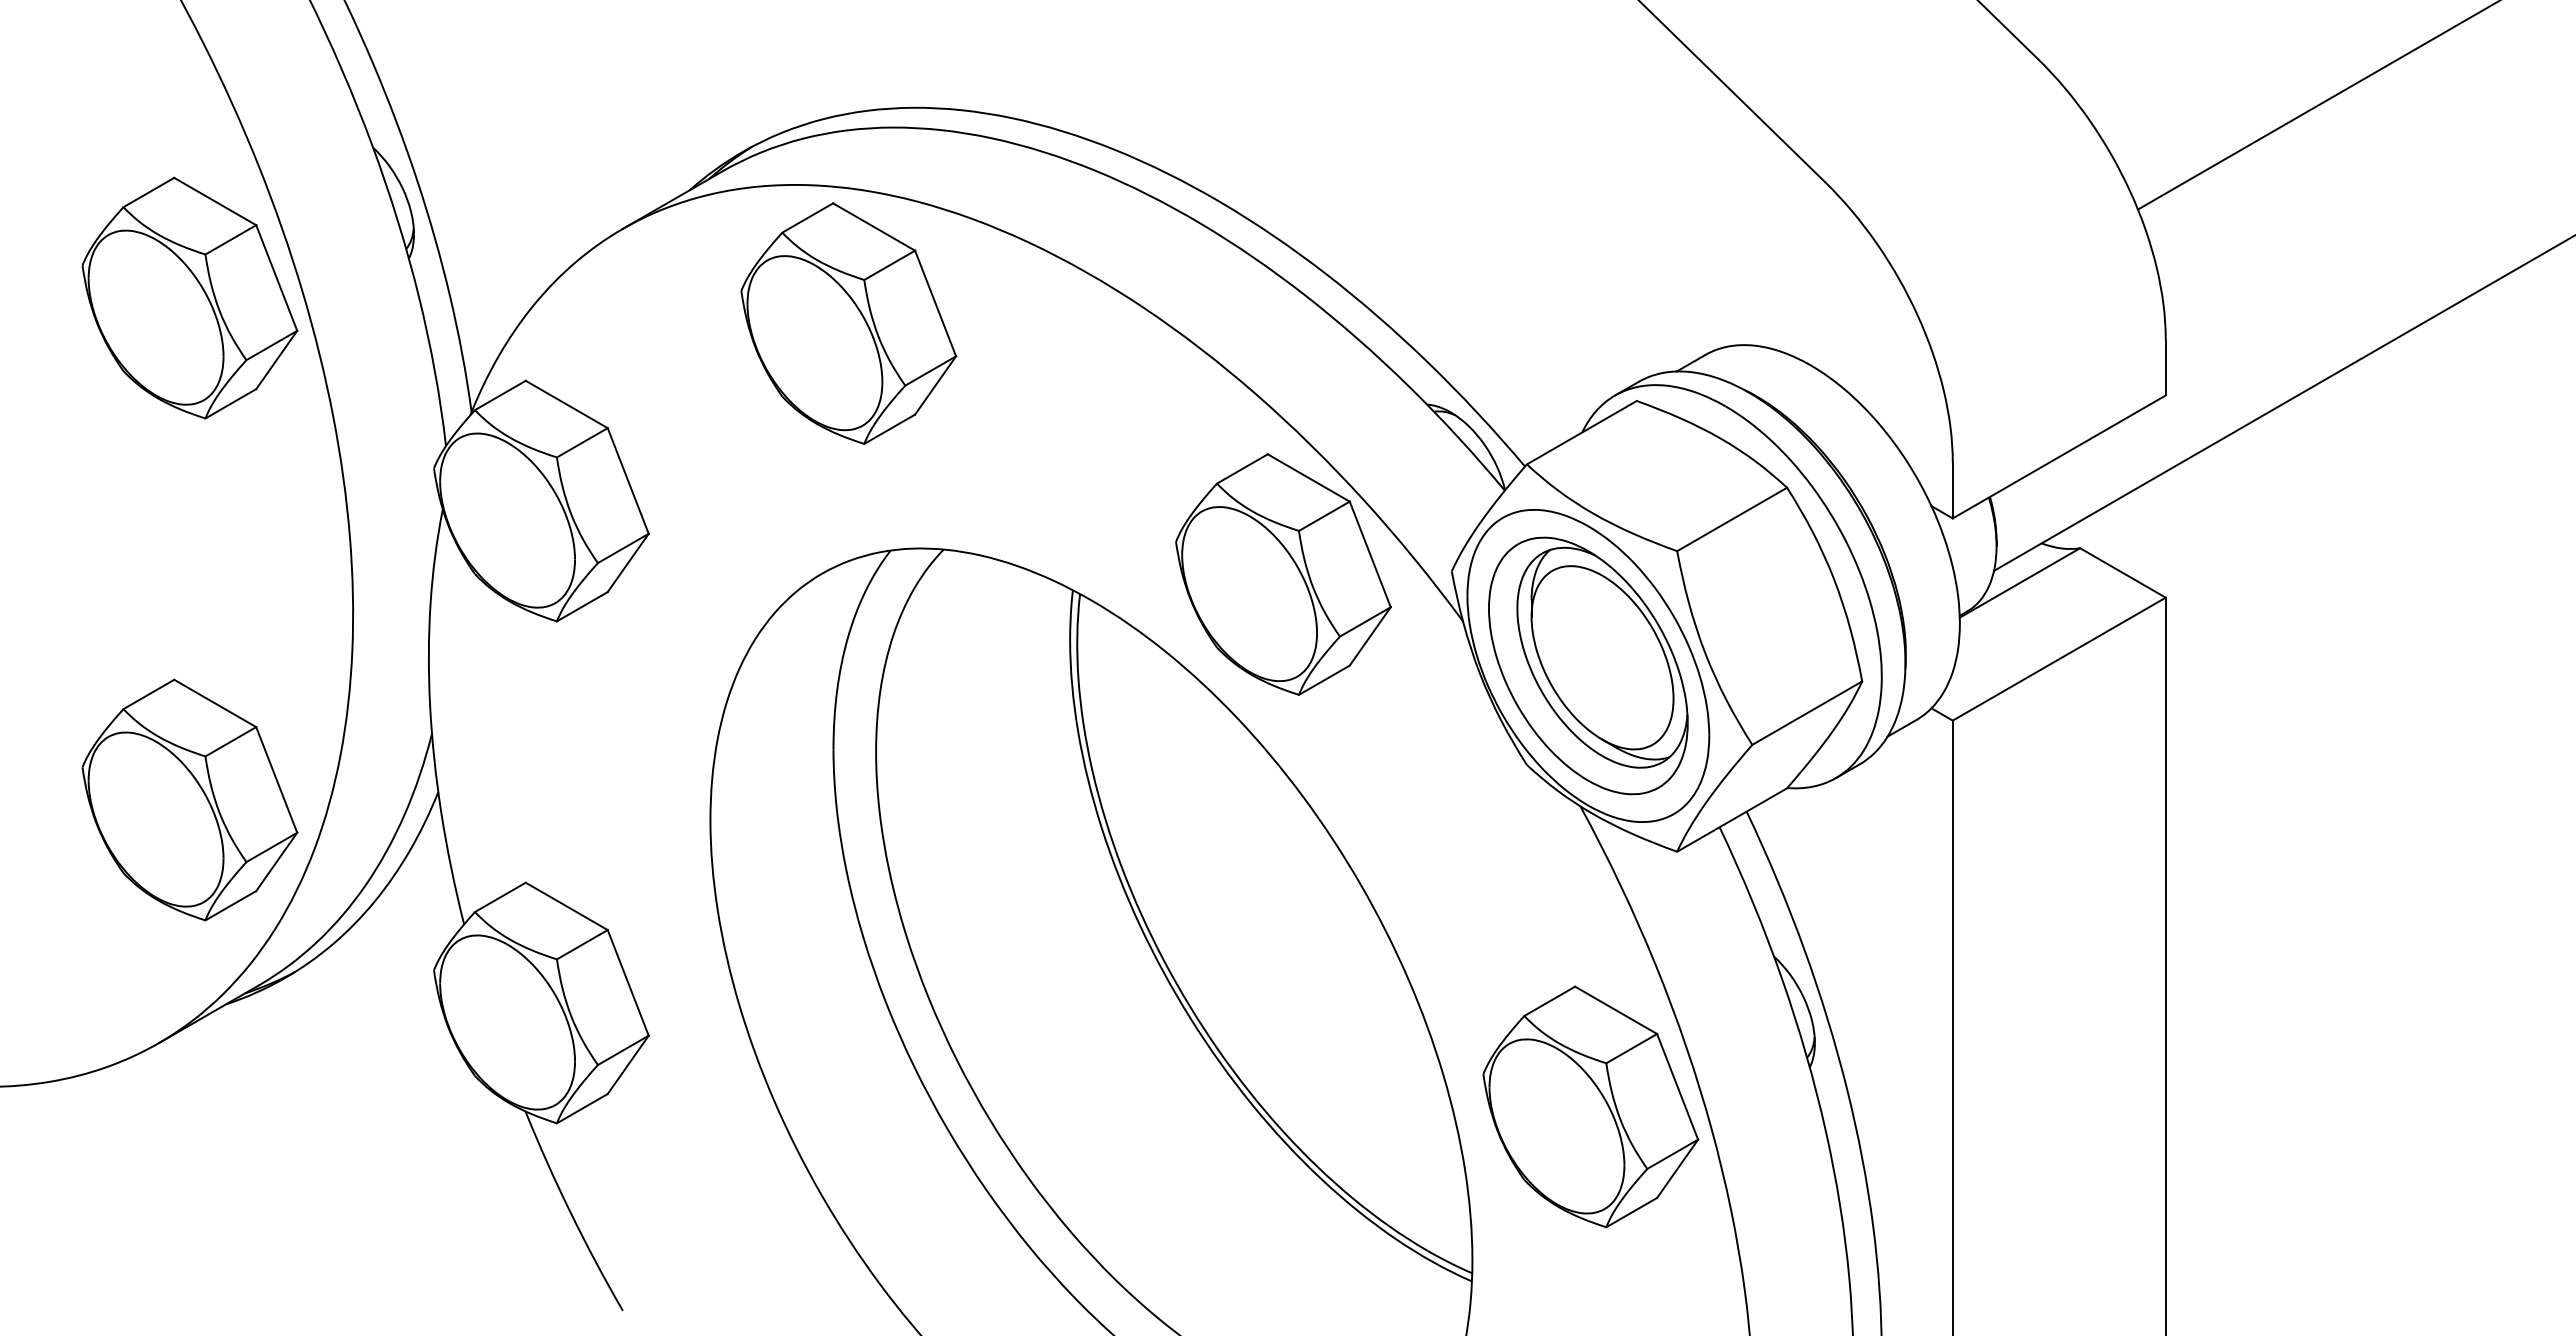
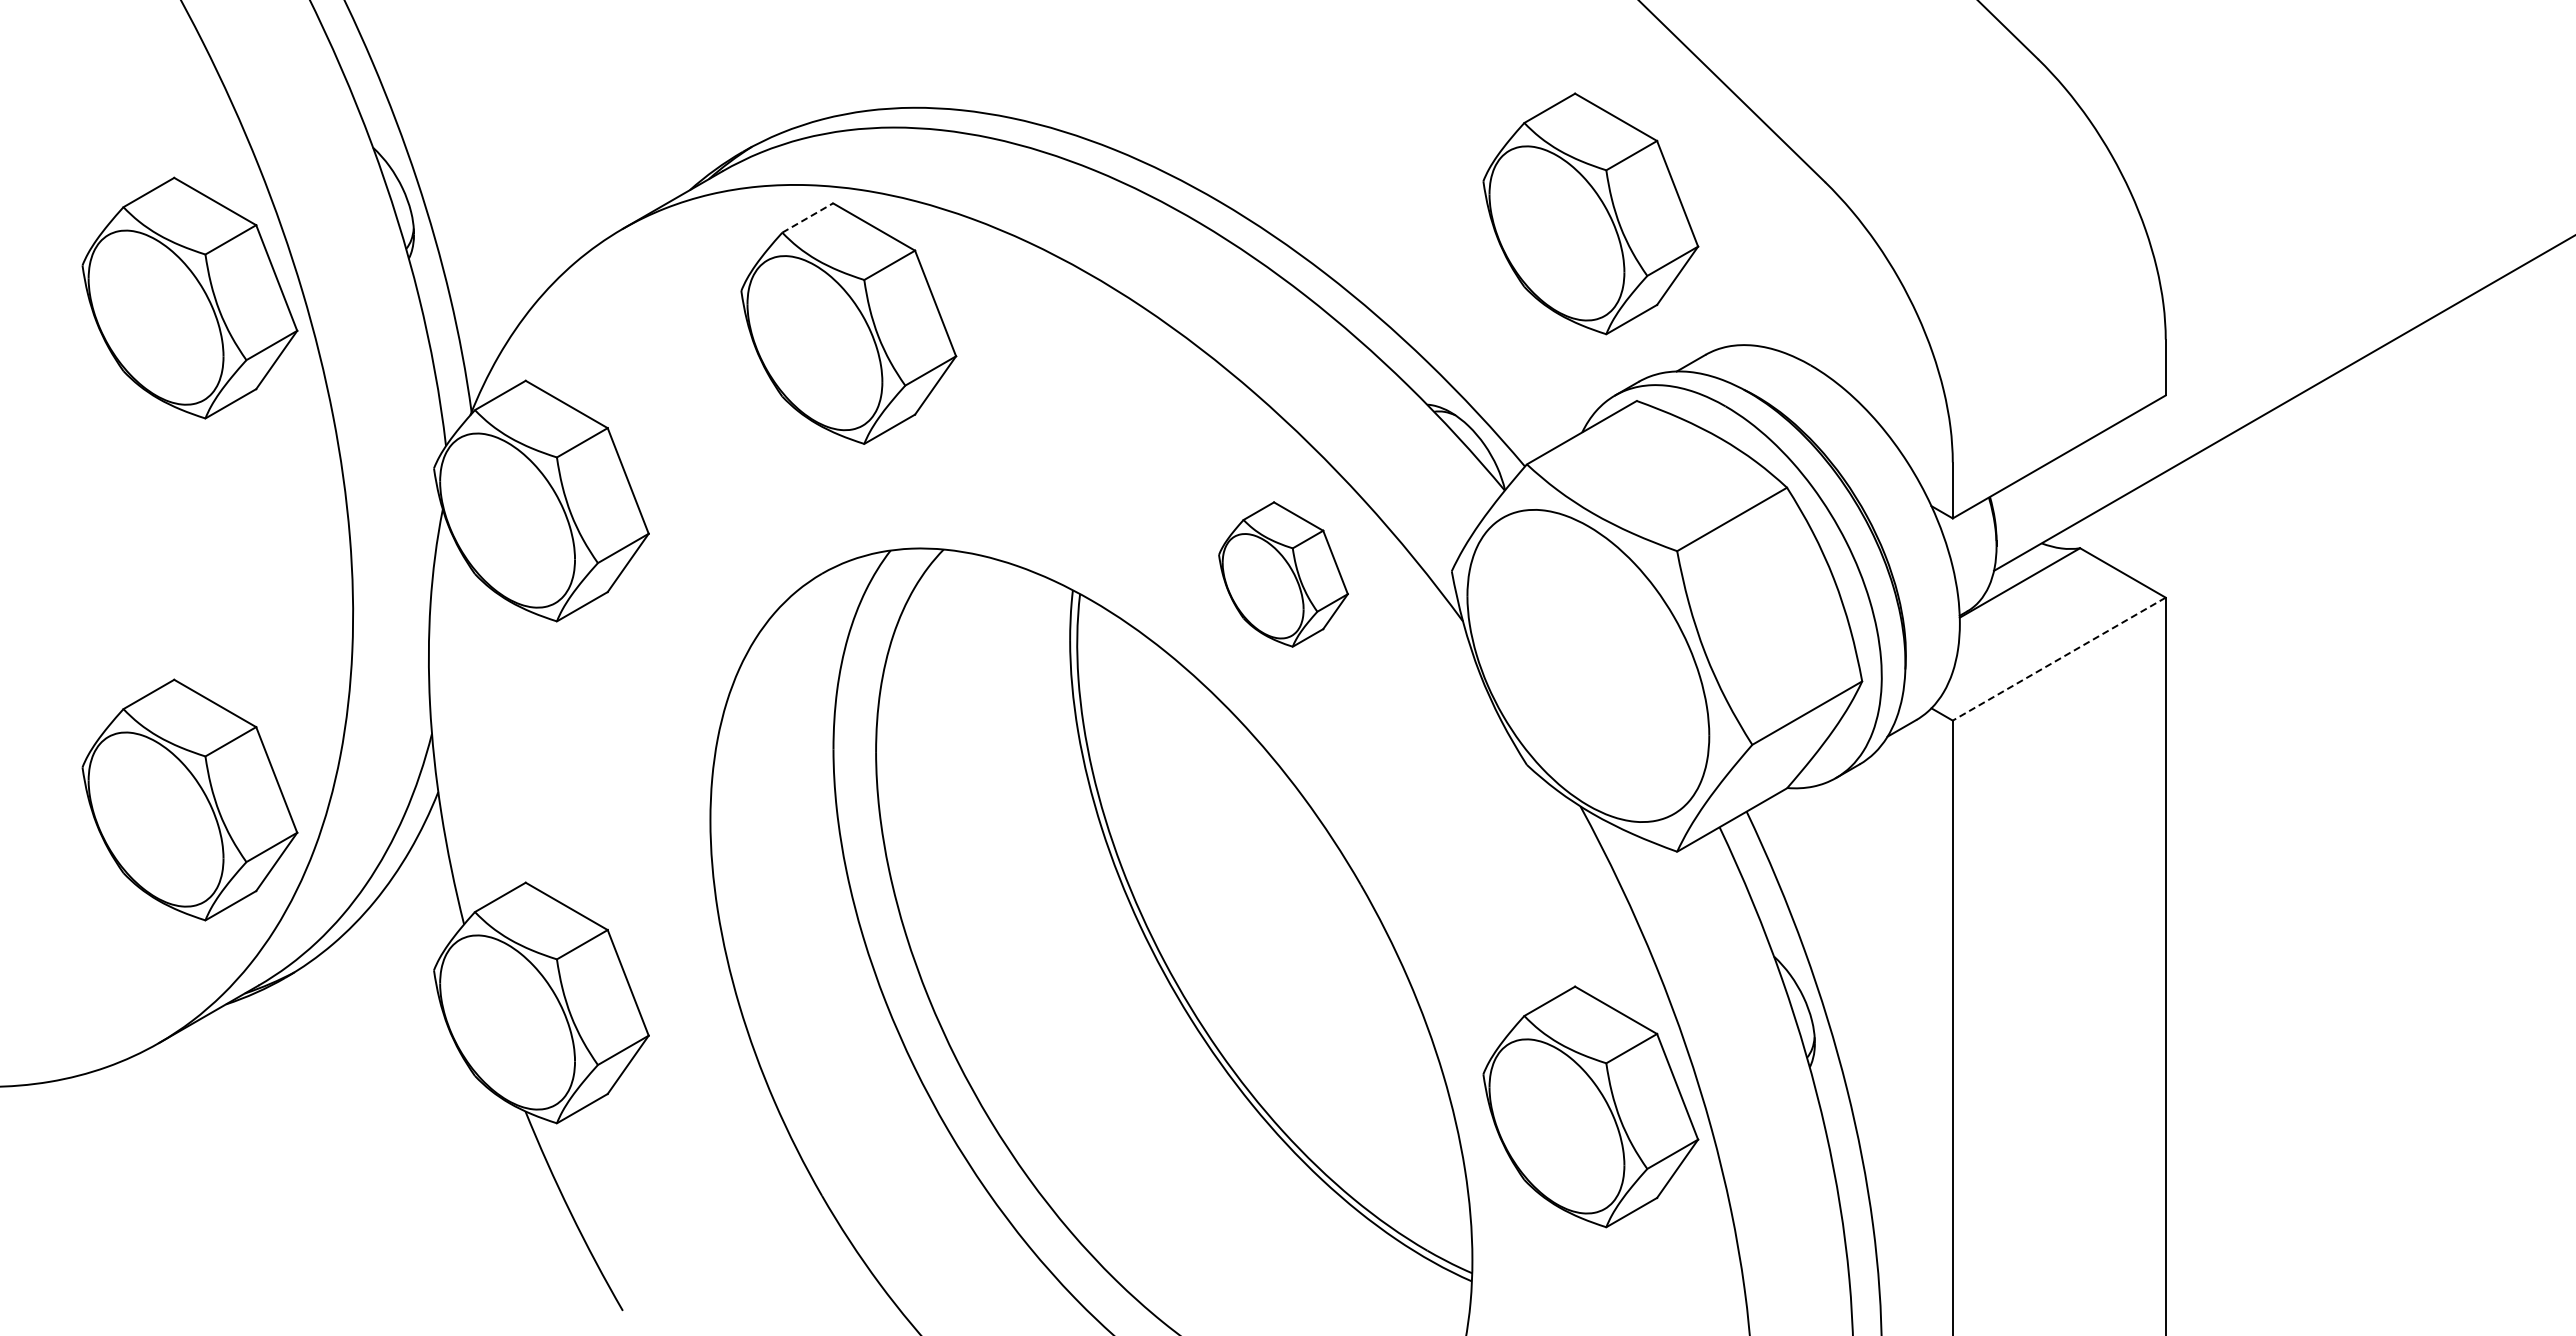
line at (2317, 105): present -> none
part at (1590, 213): none -> present
line at (808, 217): solid -> dashed
part at (1283, 574) size: 217x243 px -> 131x147 px
line at (2059, 659): solid -> dashed
part at (1588, 665): present -> none
